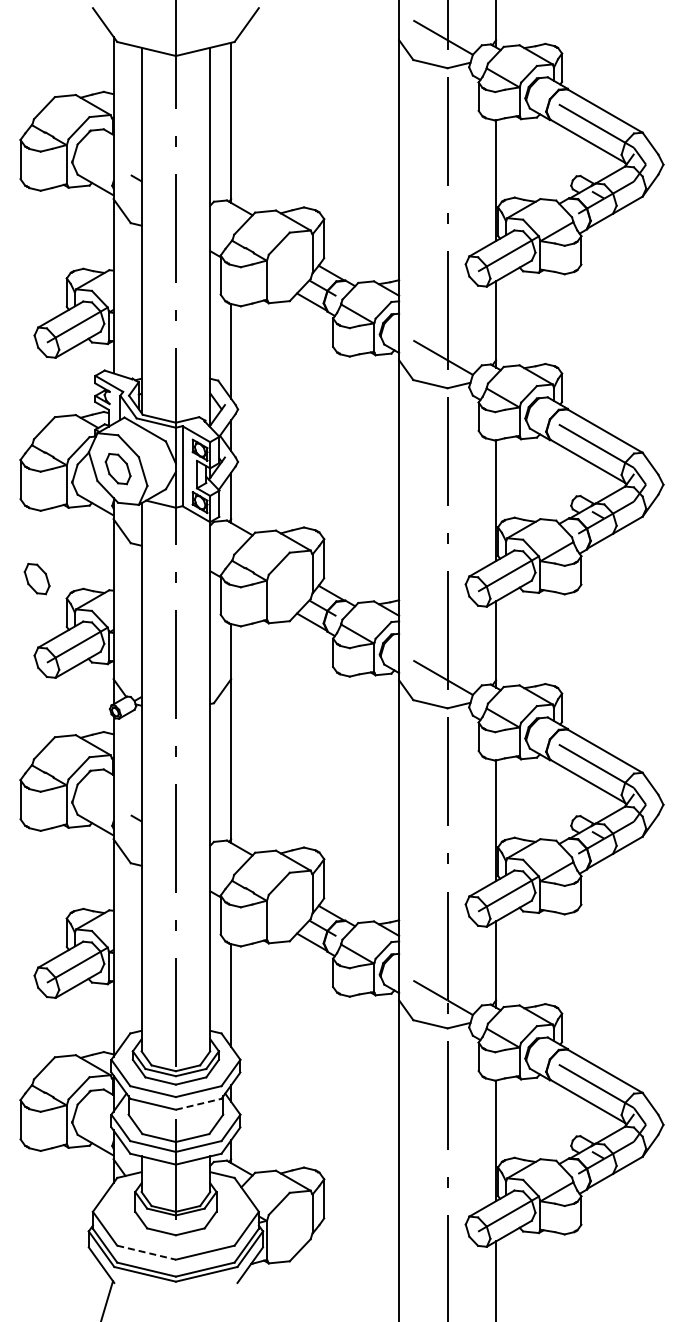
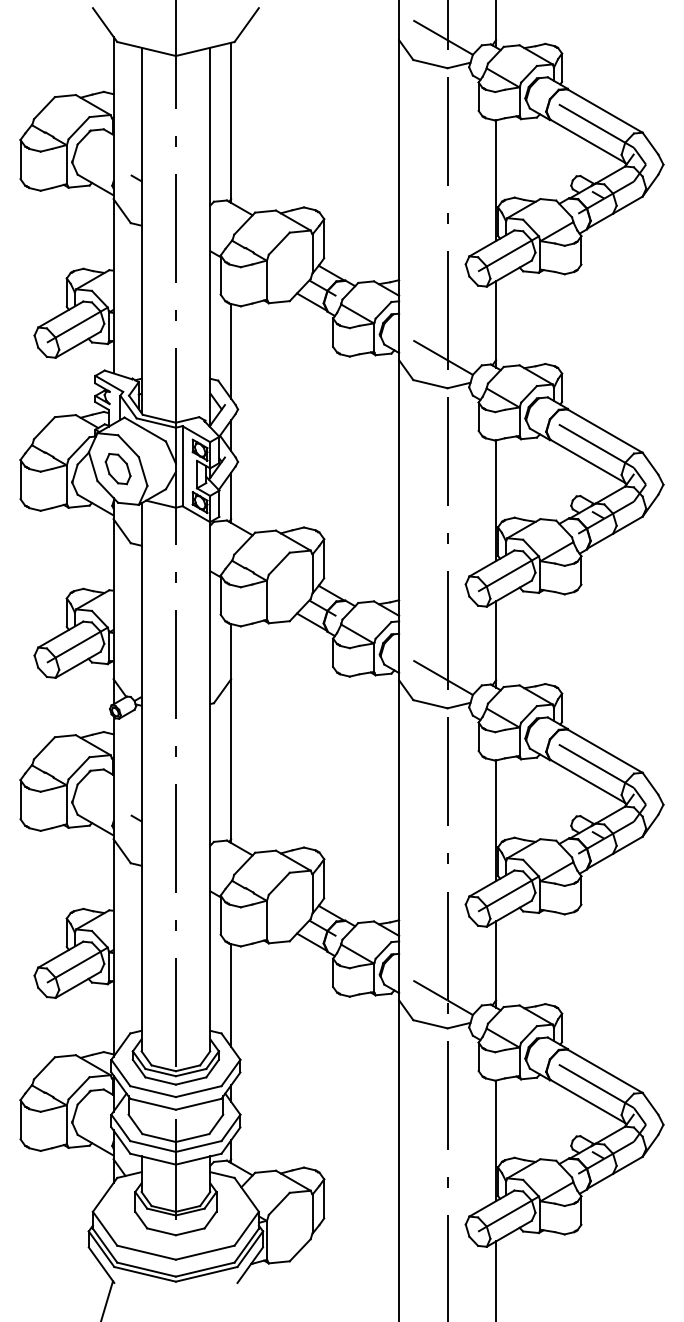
part at (36, 579): present -> none
line at (199, 1104): dashed -> solid
line at (147, 1252): dashed -> solid
